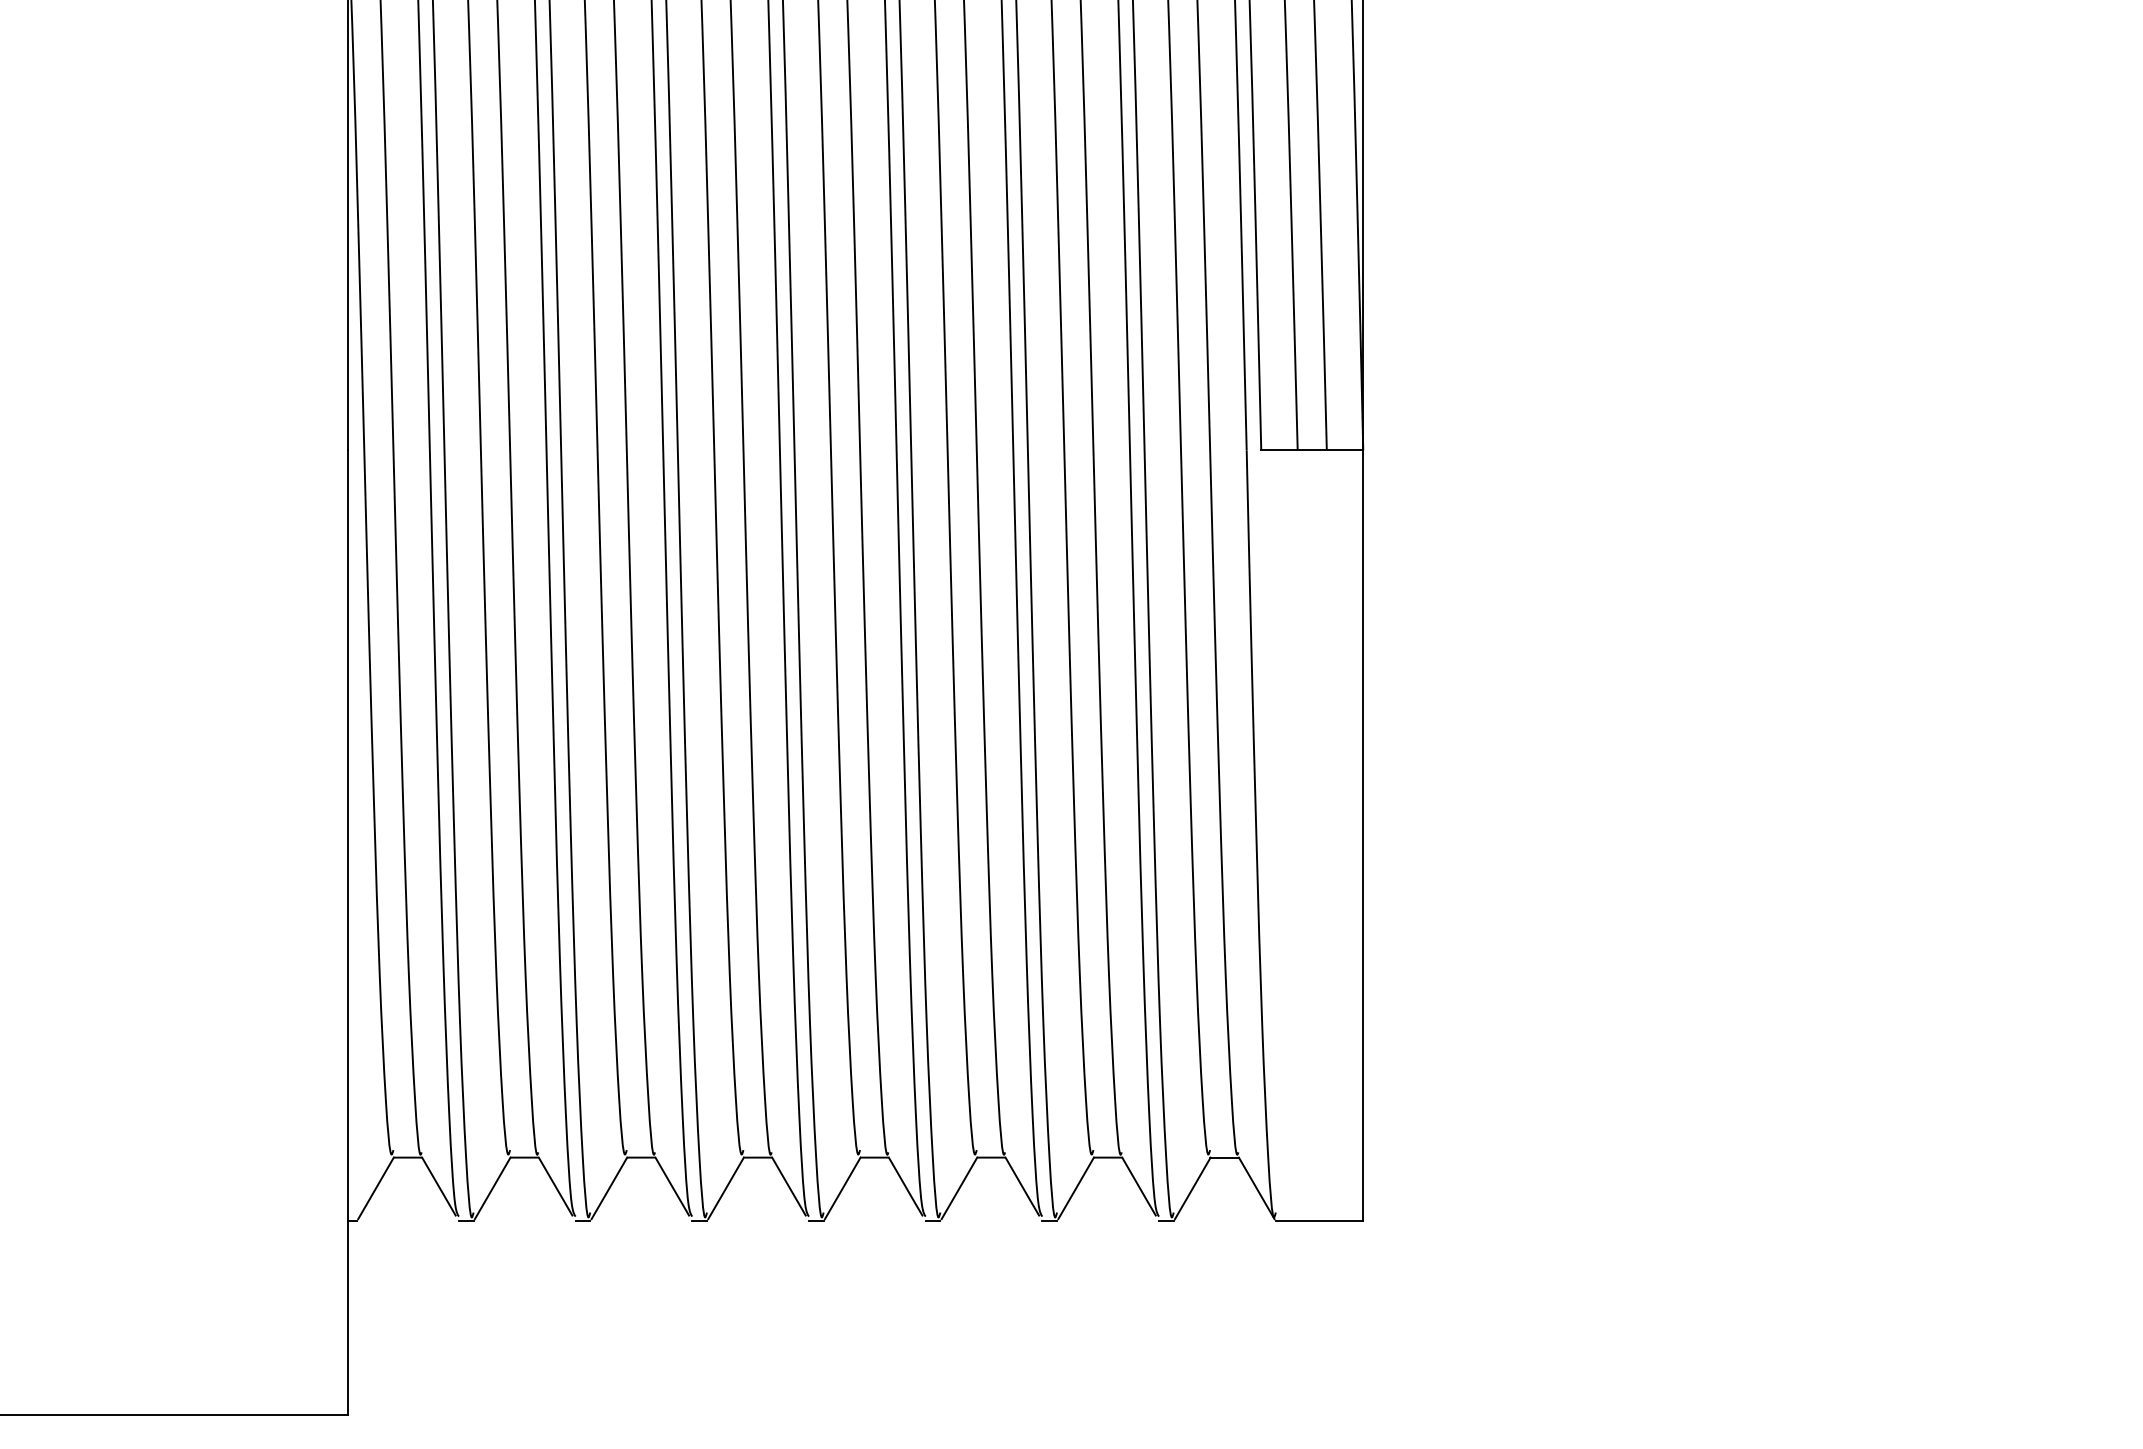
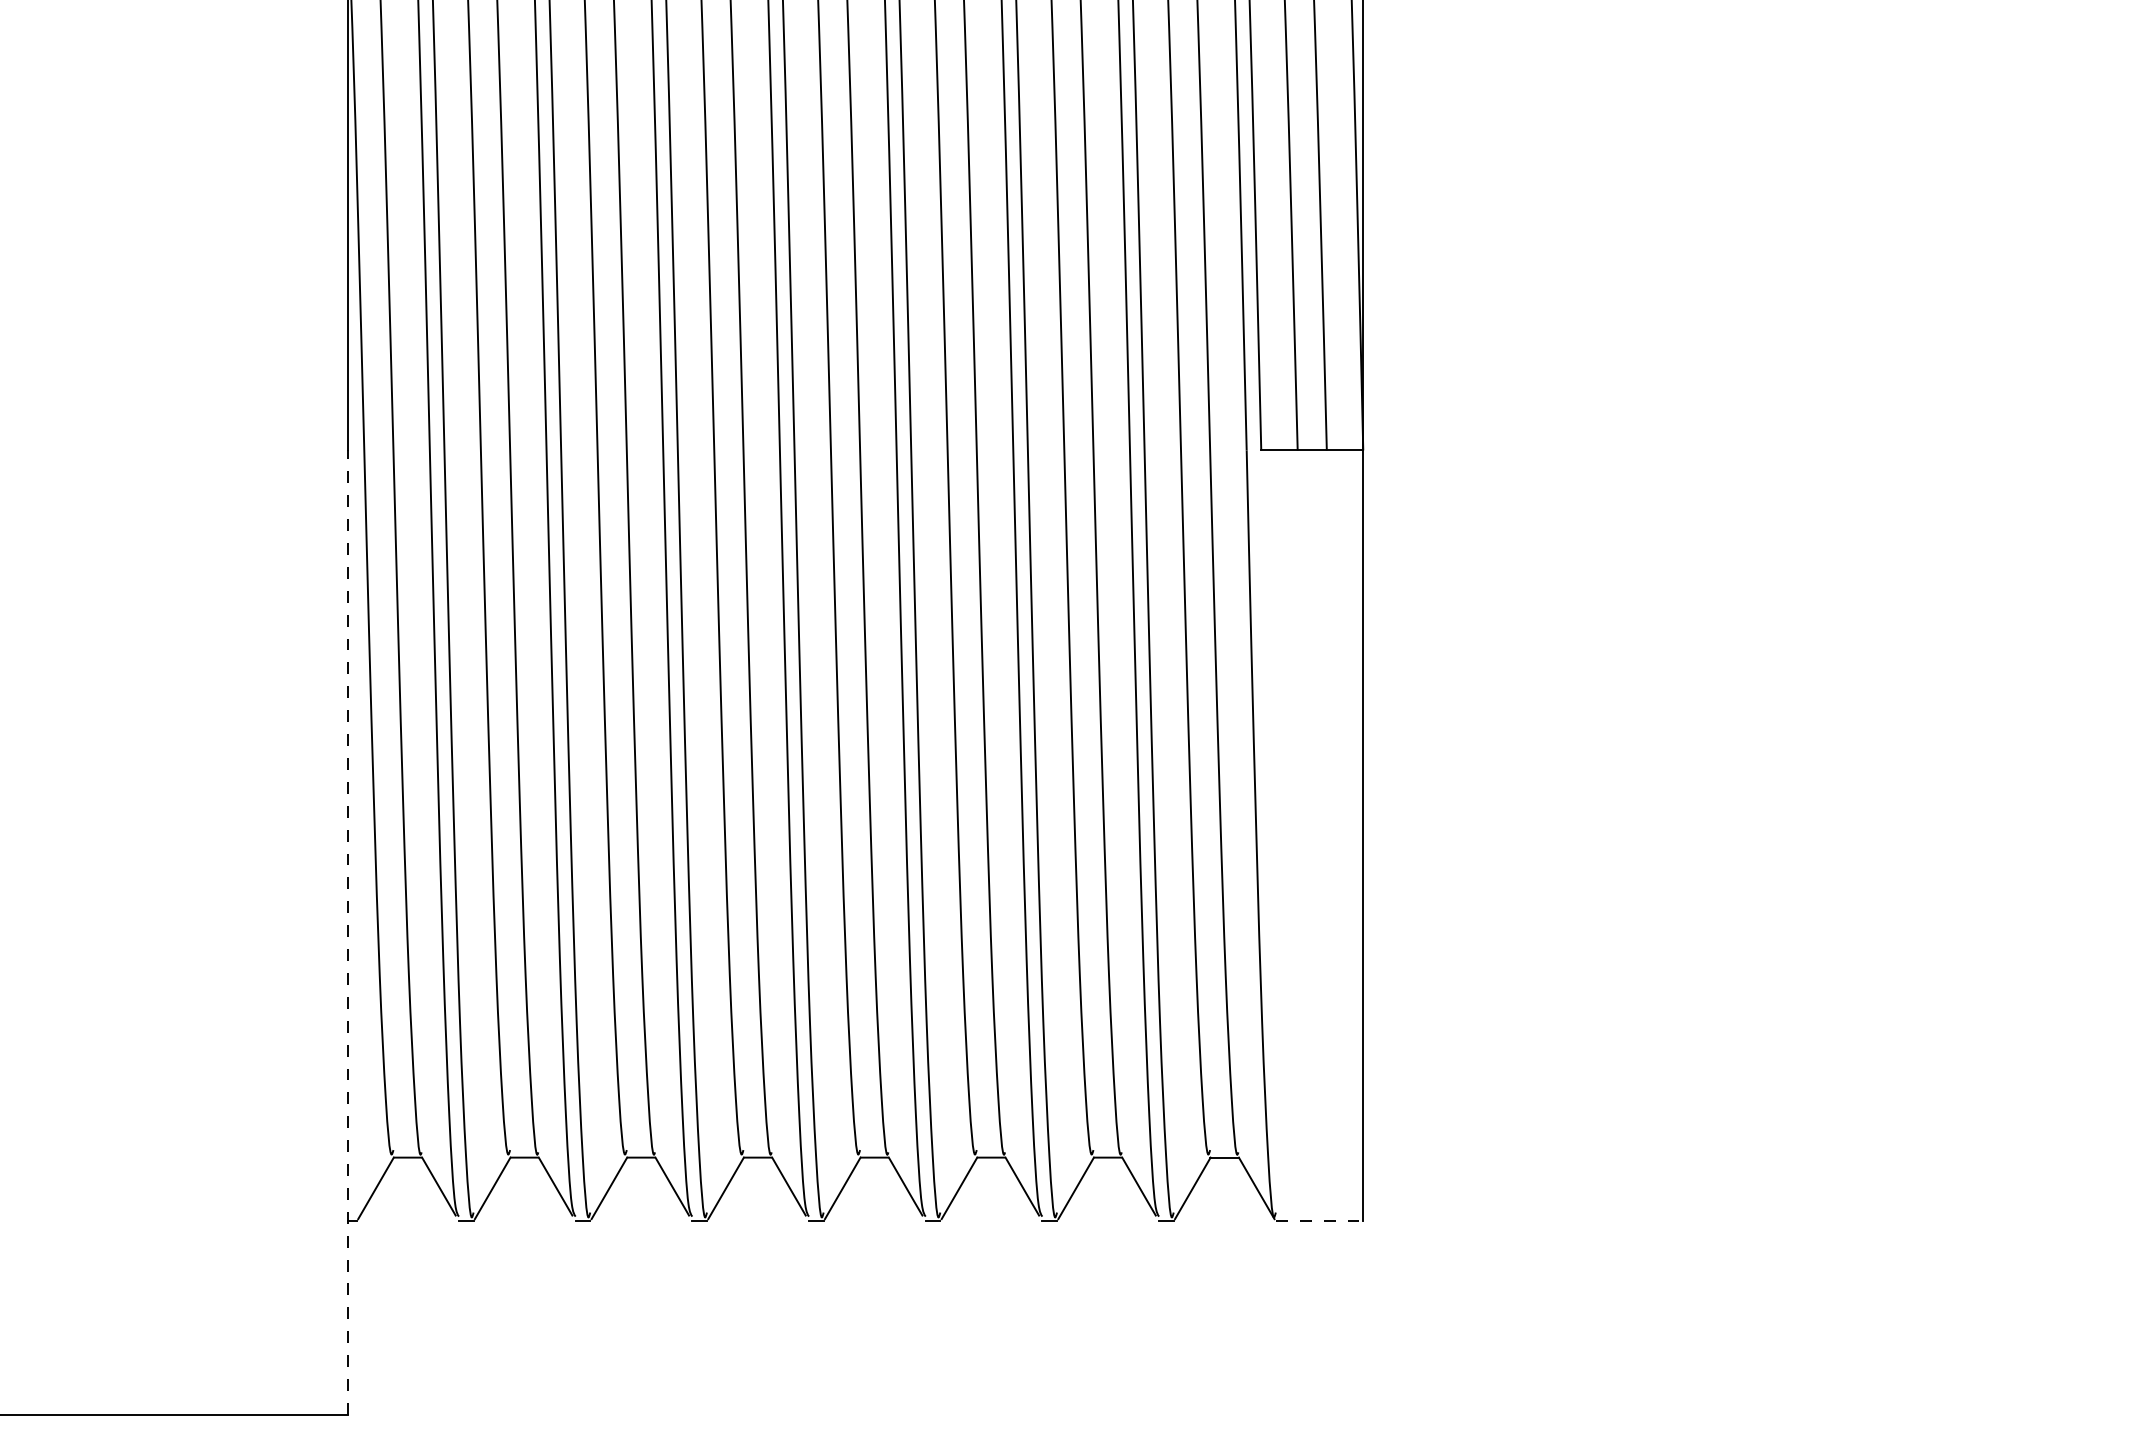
line at (348, 932): solid -> dashed
line at (1319, 1220): solid -> dashed
